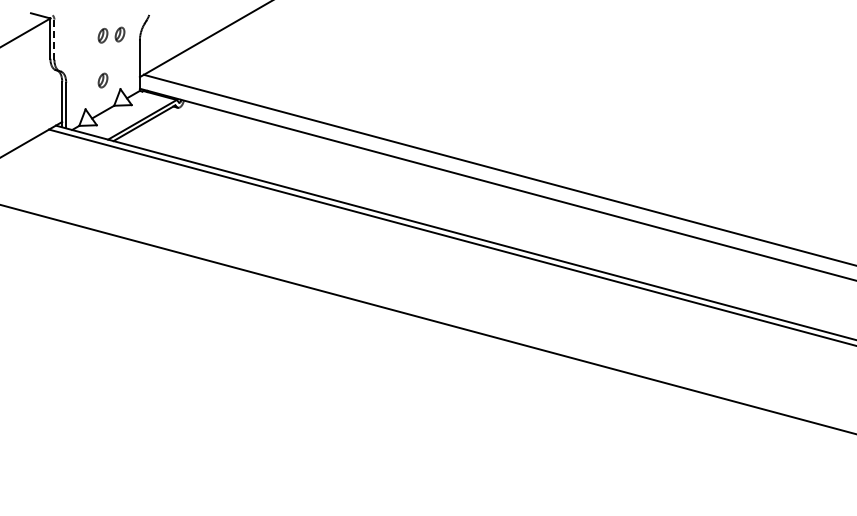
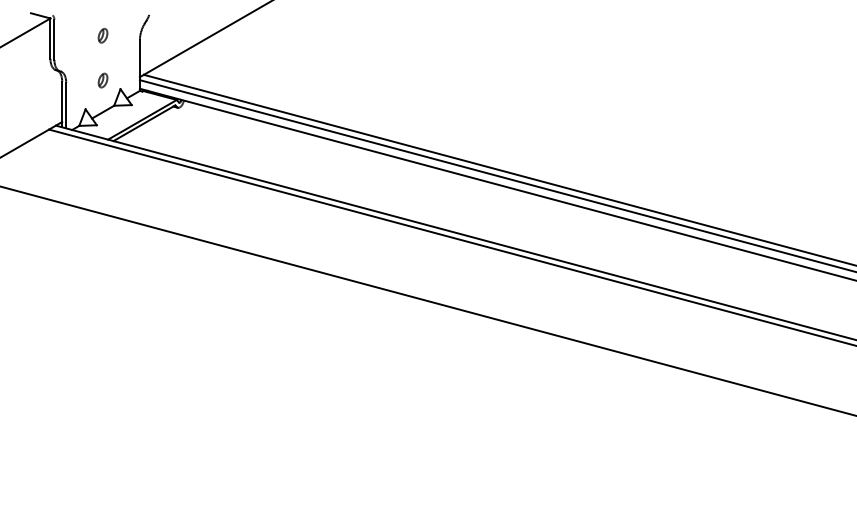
part at (119, 34): present -> none
line at (54, 40): dashed -> solid
line at (496, 175): none -> present
line at (427, 319) position: (427, 319) -> (427, 300)
